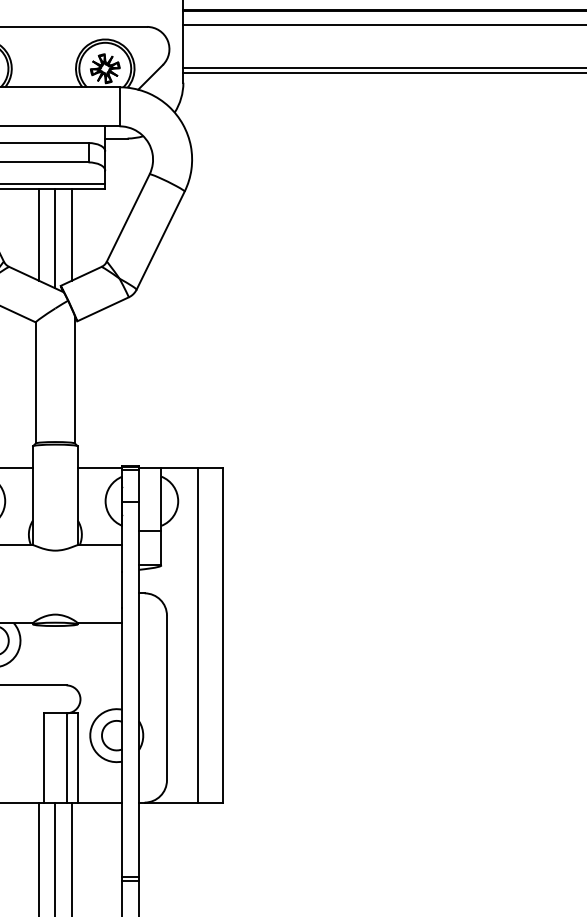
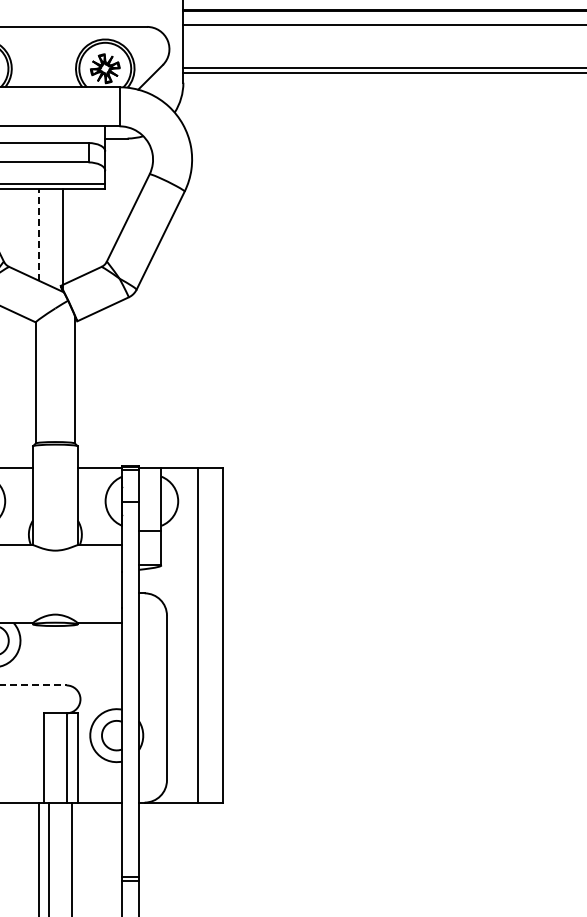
line at (38, 234): solid -> dashed
line at (72, 234): present -> none
line at (55, 238) position: (55, 238) -> (63, 238)
line at (33, 685): solid -> dashed
line at (55, 857) position: (55, 857) -> (49, 857)
